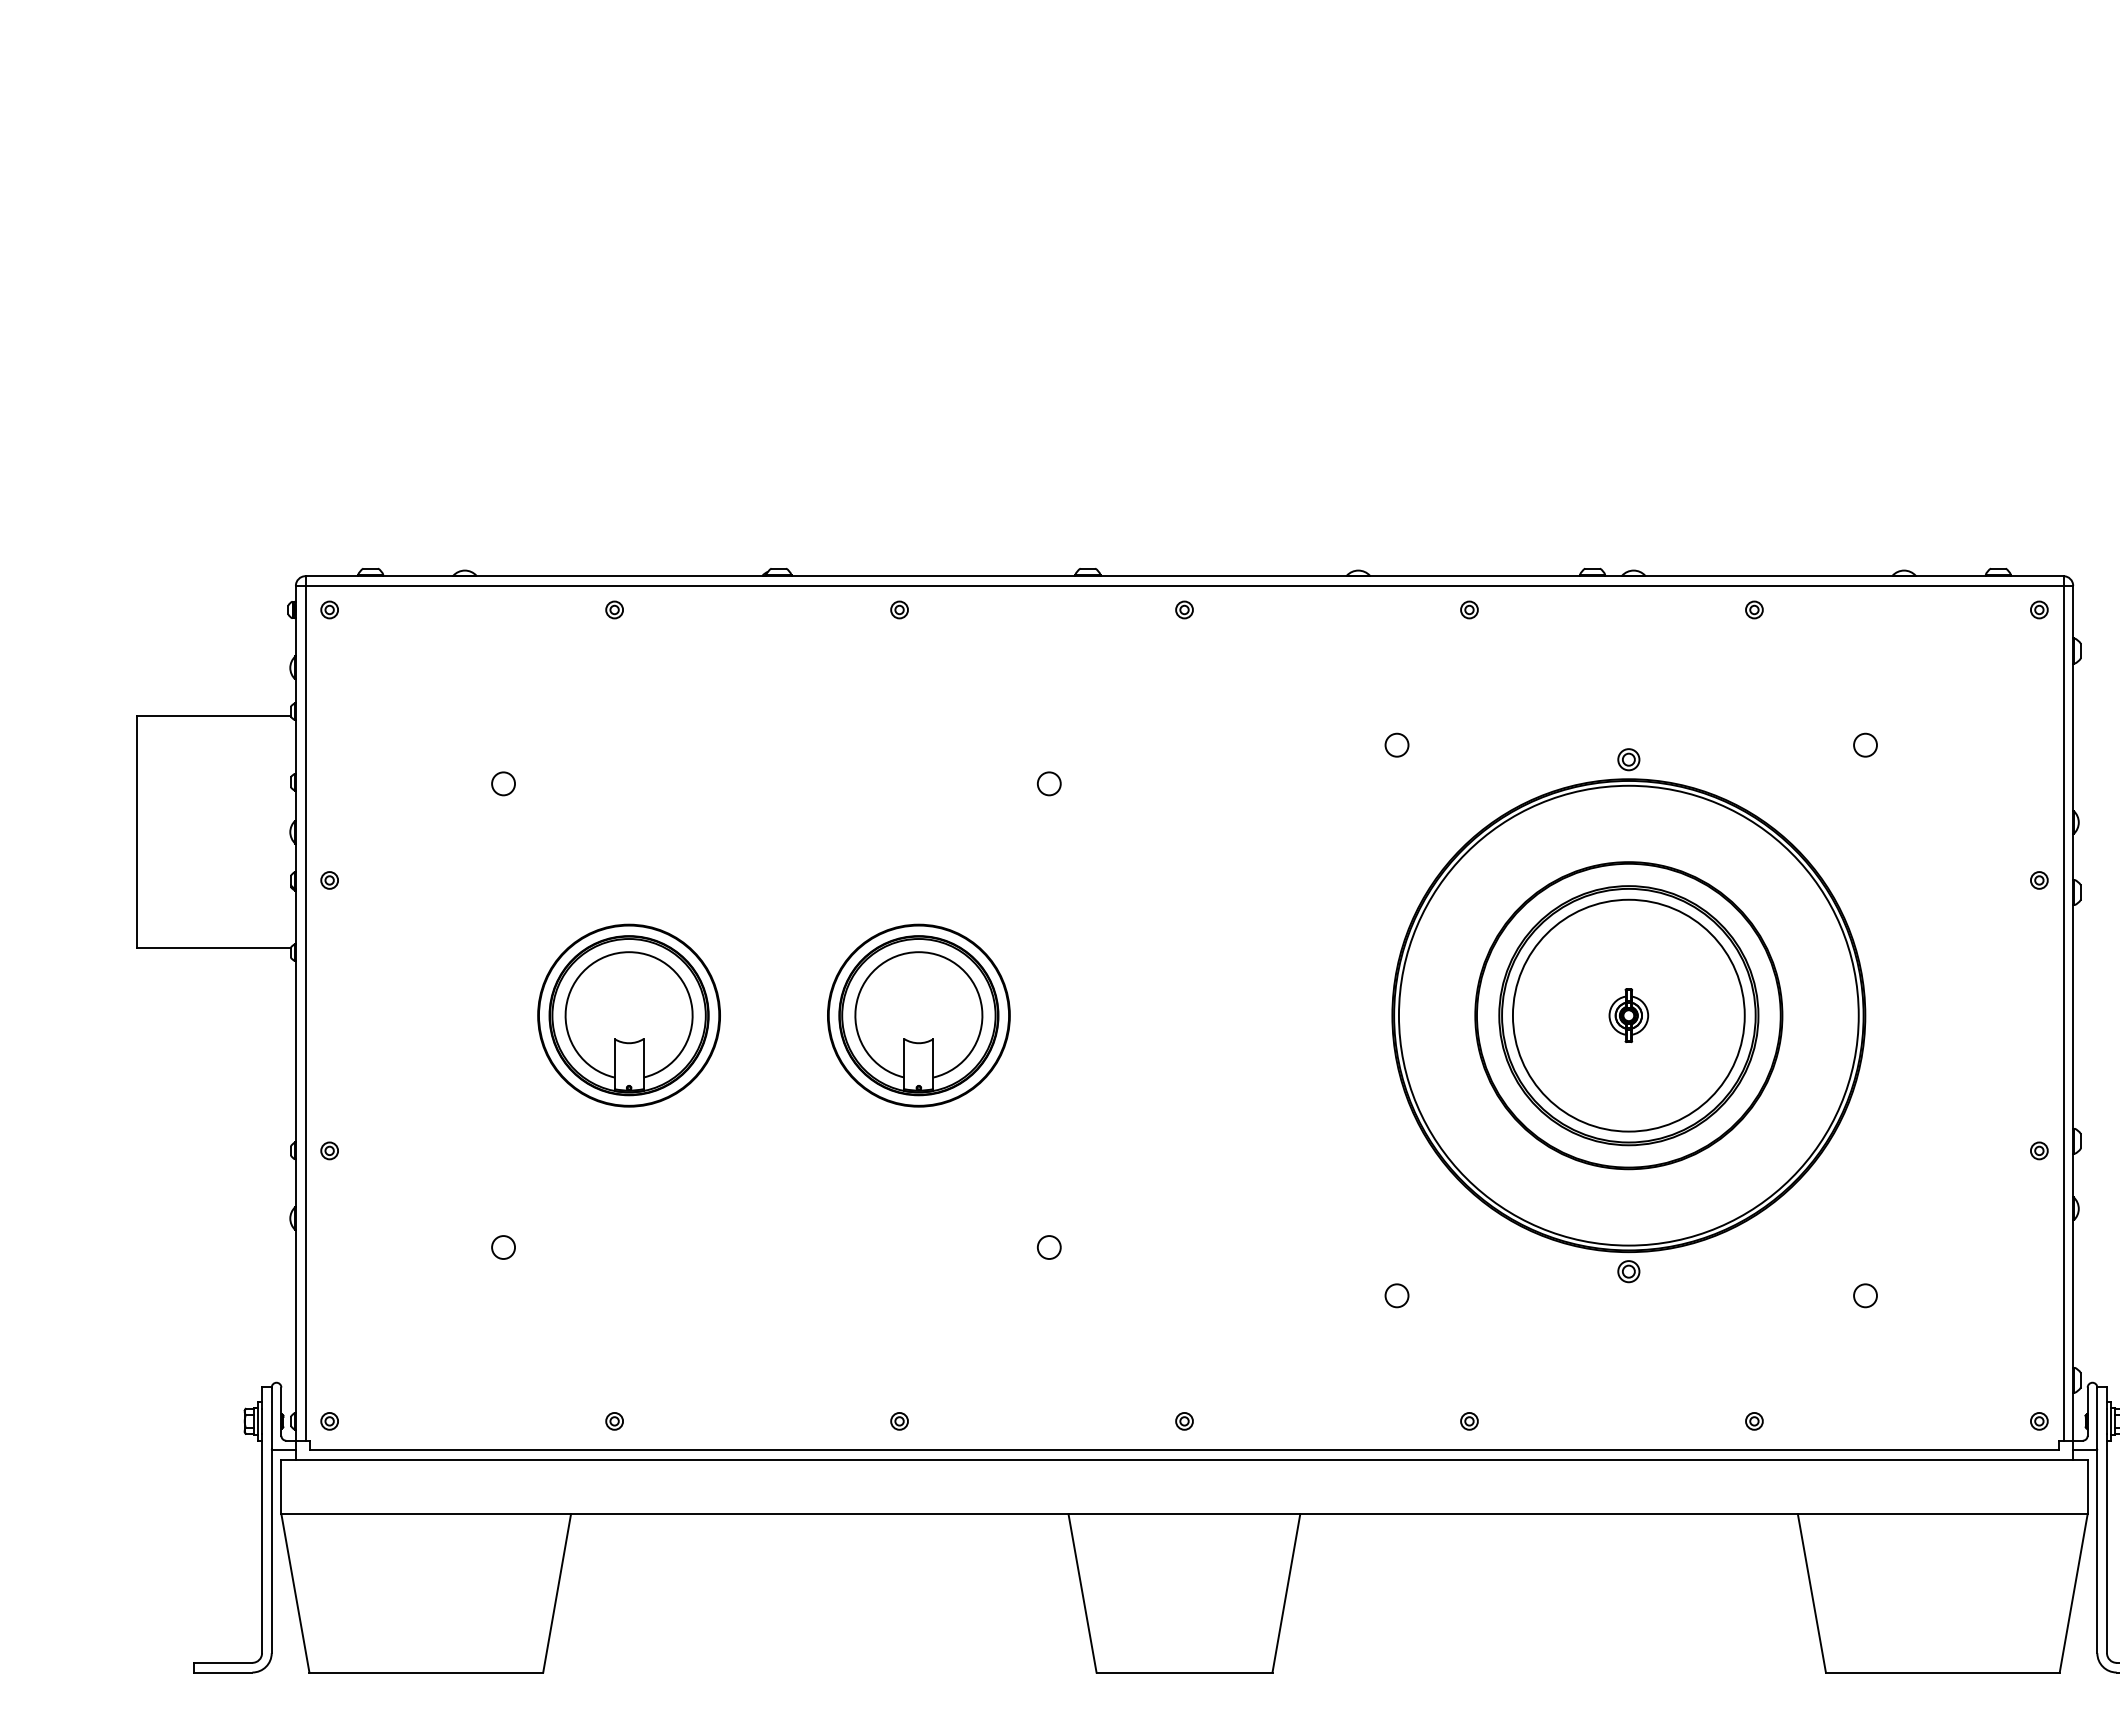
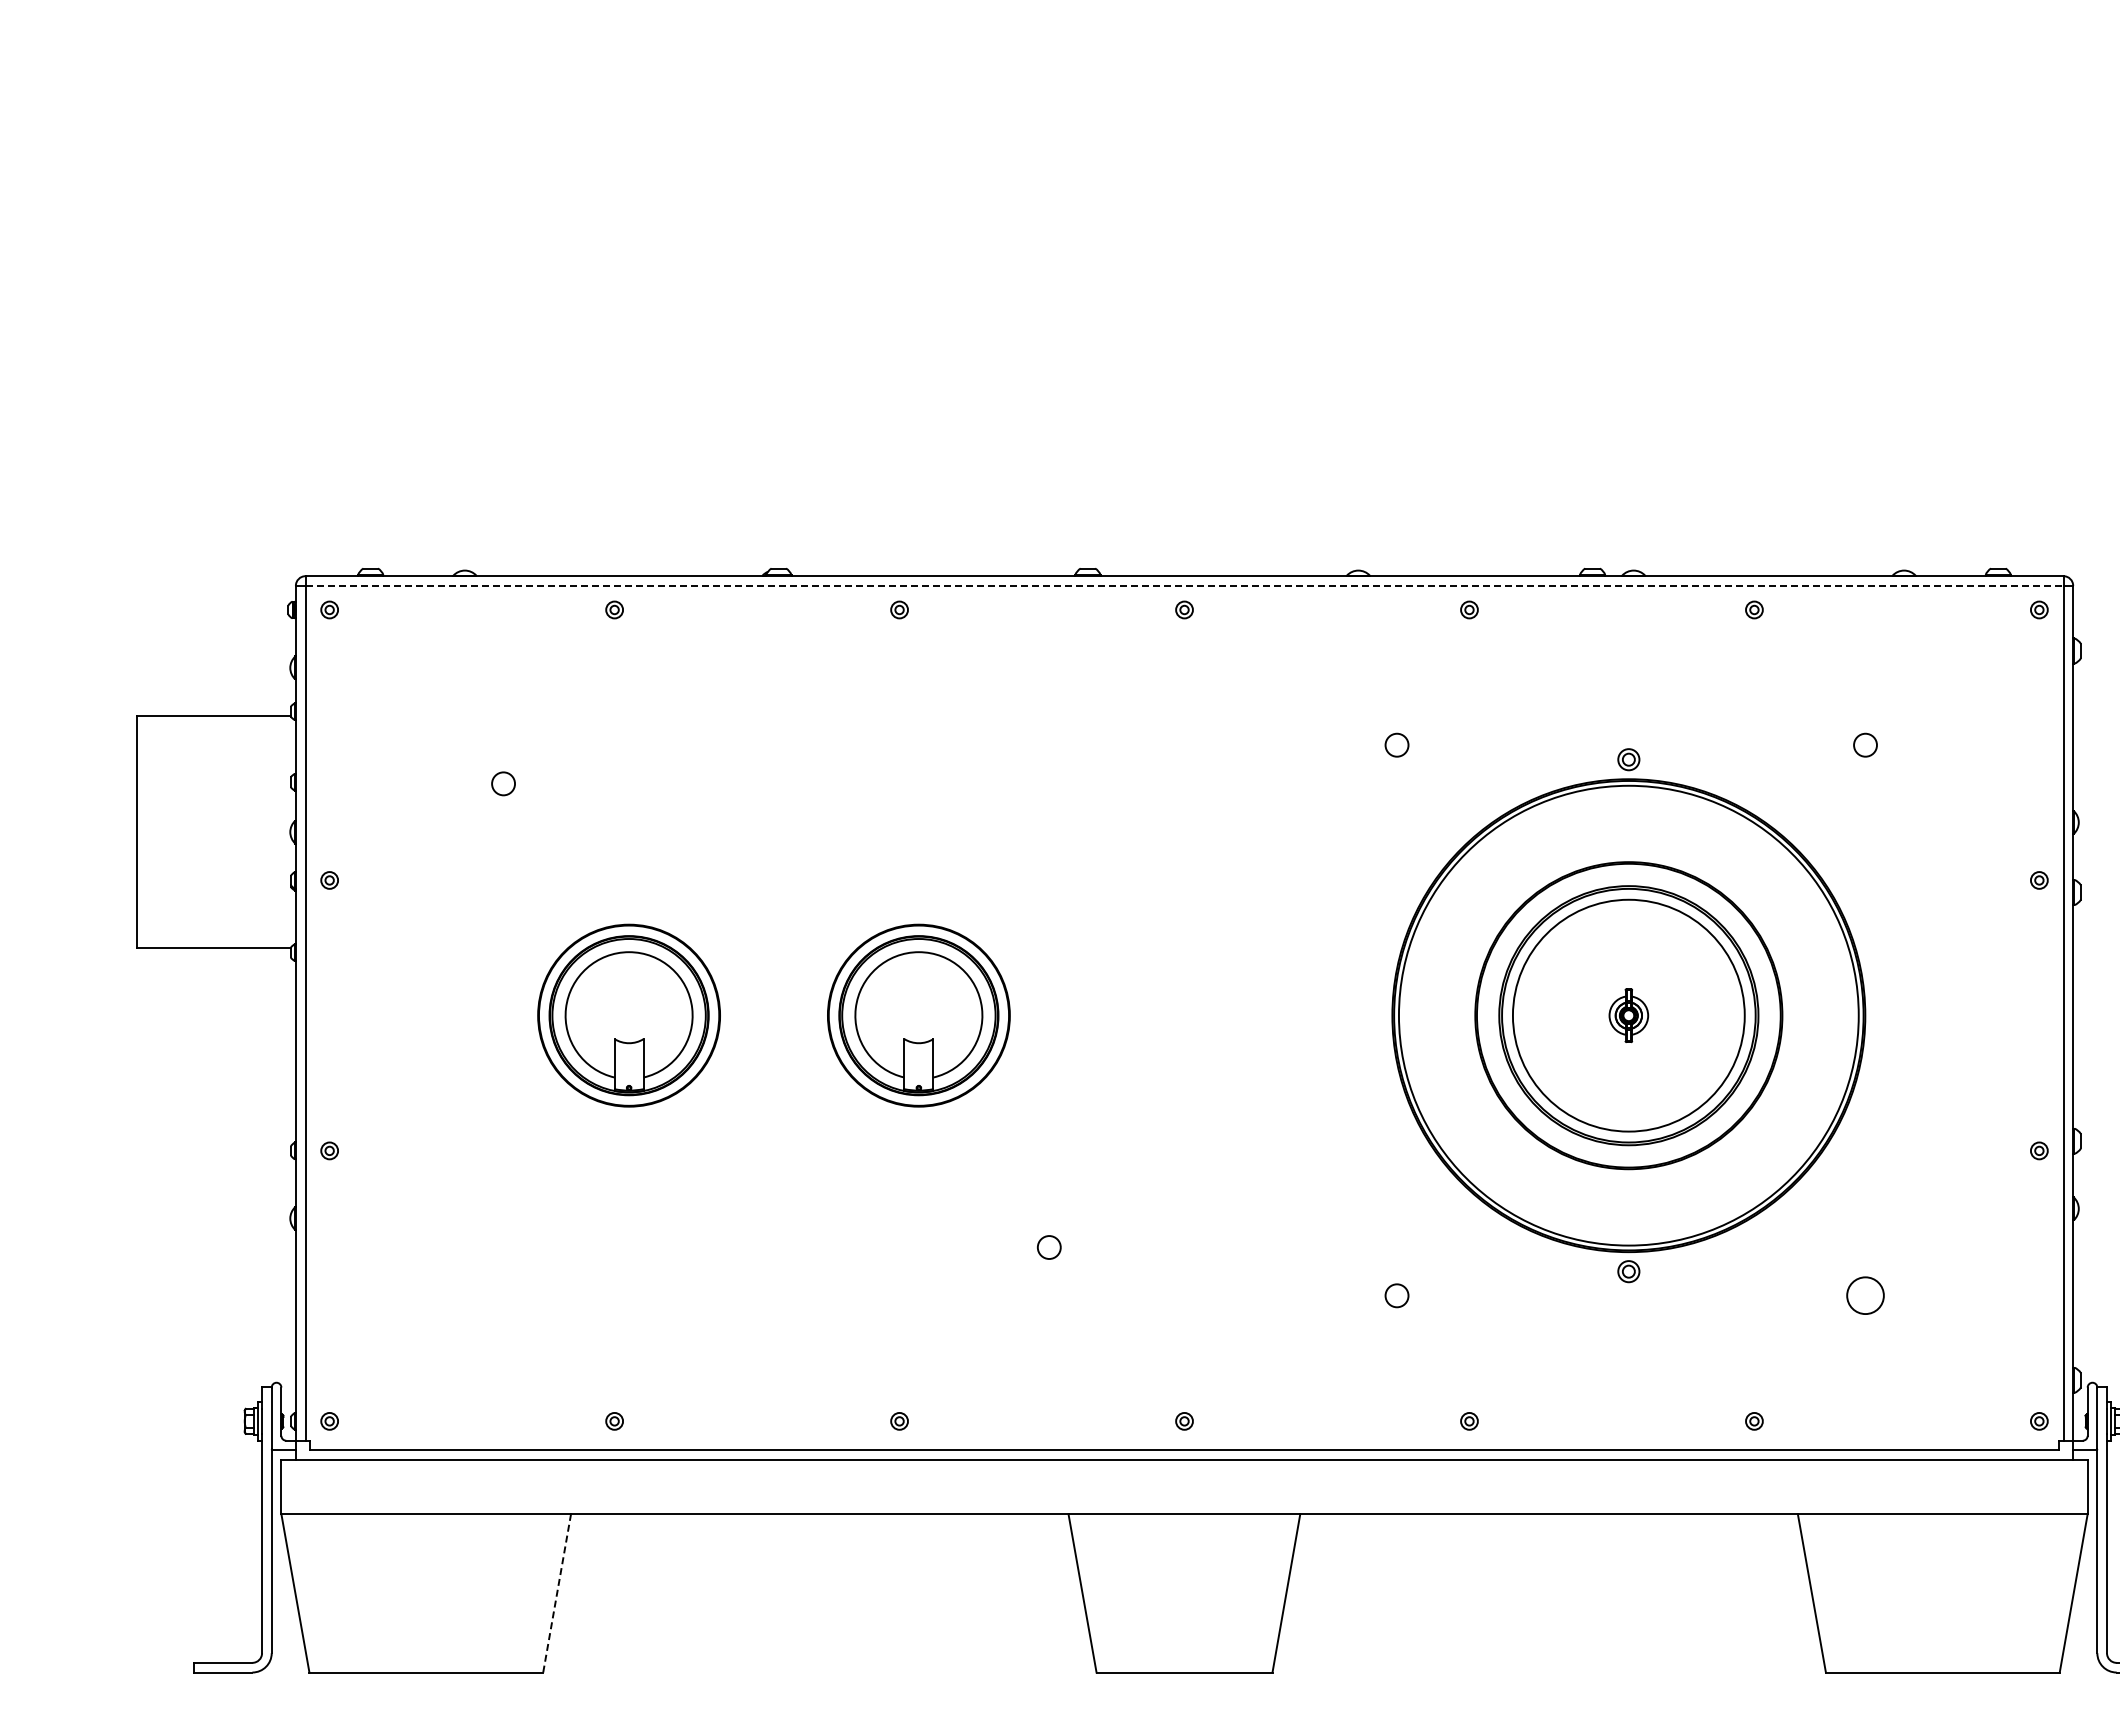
line at (1184, 585): solid -> dashed
circle at (1049, 783): present -> none
circle at (503, 1247): present -> none
circle at (1865, 1295) size: 25x26 px -> 39x39 px
line at (557, 1592): solid -> dashed
